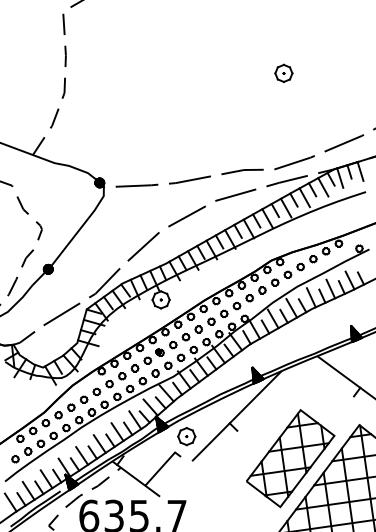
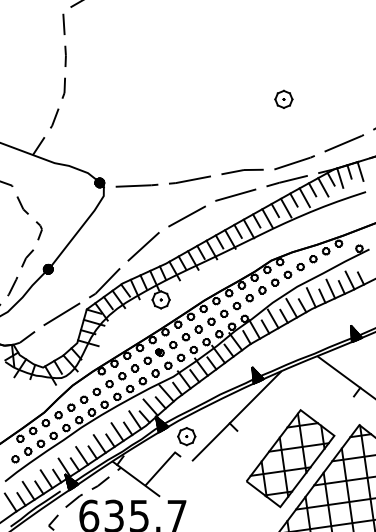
part at (283, 72) position: (283, 72) -> (283, 98)
